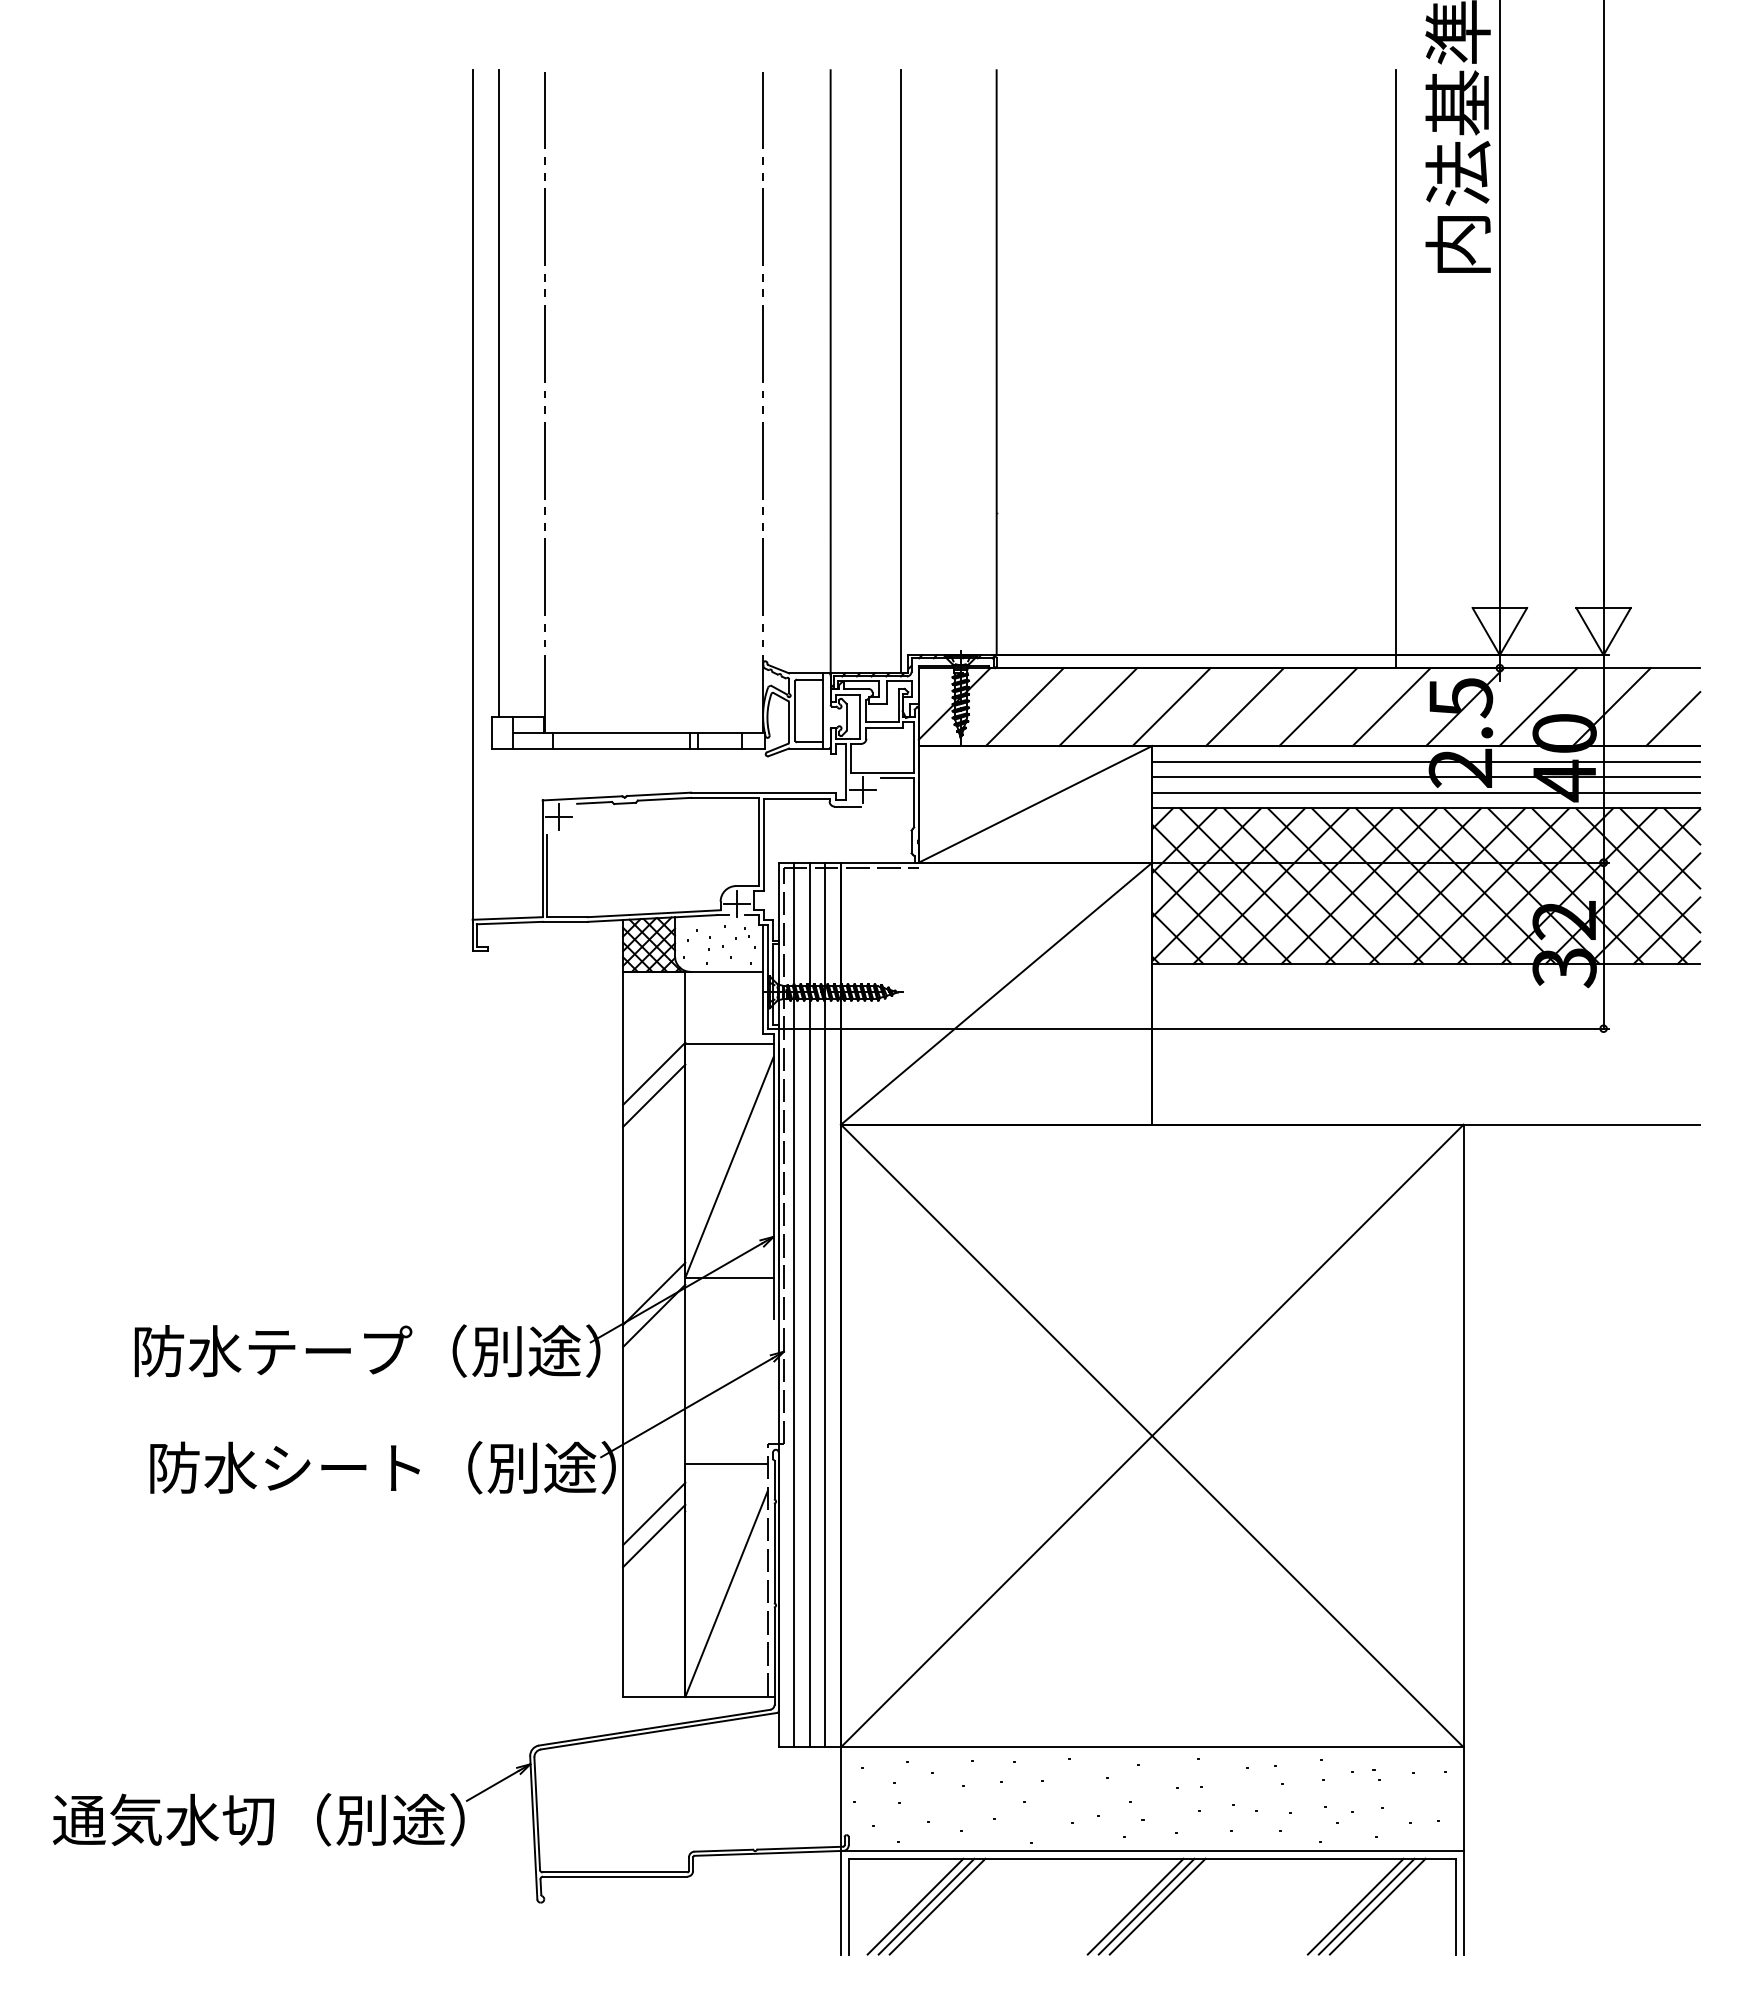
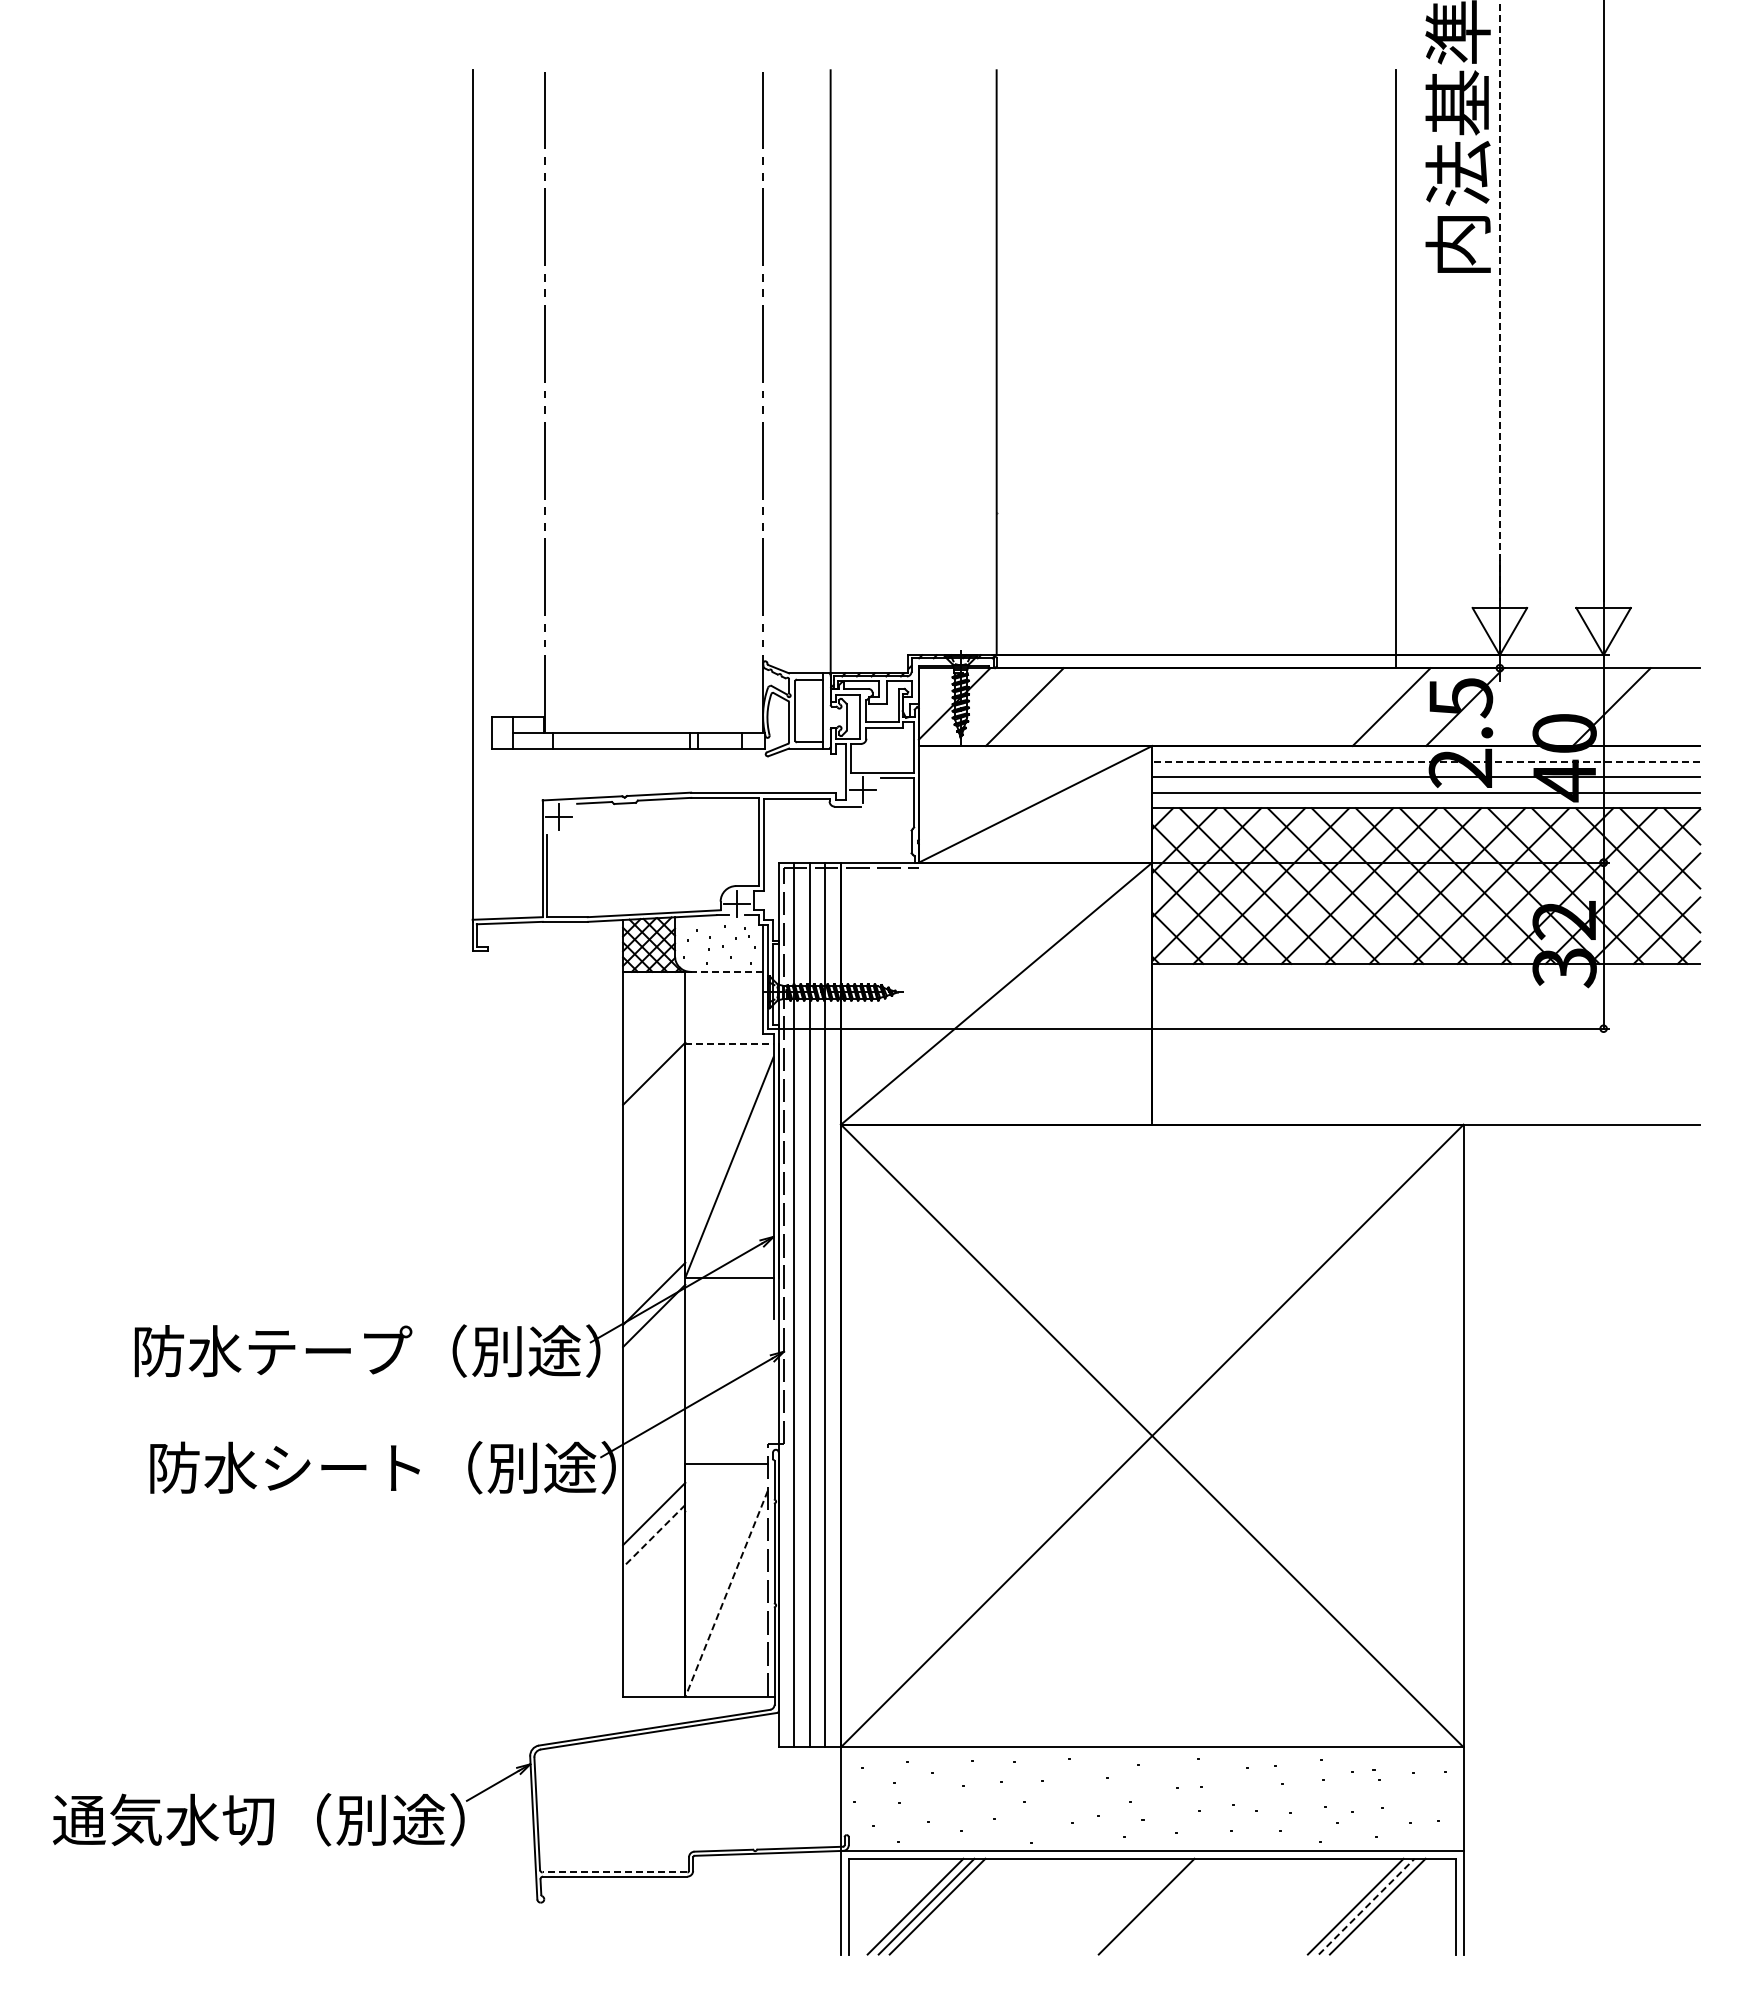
line at (1499, 300): solid -> dashed
line at (900, 371): present -> none
line at (498, 393): present -> none
line at (1098, 706): present -> none
line at (1171, 706): present -> none
line at (1244, 706): present -> none
line at (1318, 706): present -> none
line at (1538, 706): present -> none
line at (1673, 718): present -> none
line at (1426, 761): solid -> dashed
line at (726, 971): solid -> dashed
line at (729, 1044): solid -> dashed
line at (654, 1095): present -> none
line at (653, 1536): solid -> dashed
line at (726, 1594): solid -> dashed
line at (614, 1872): solid -> dashed
line at (1135, 1906): present -> none
line at (1157, 1906): present -> none
line at (1366, 1906): solid -> dashed
